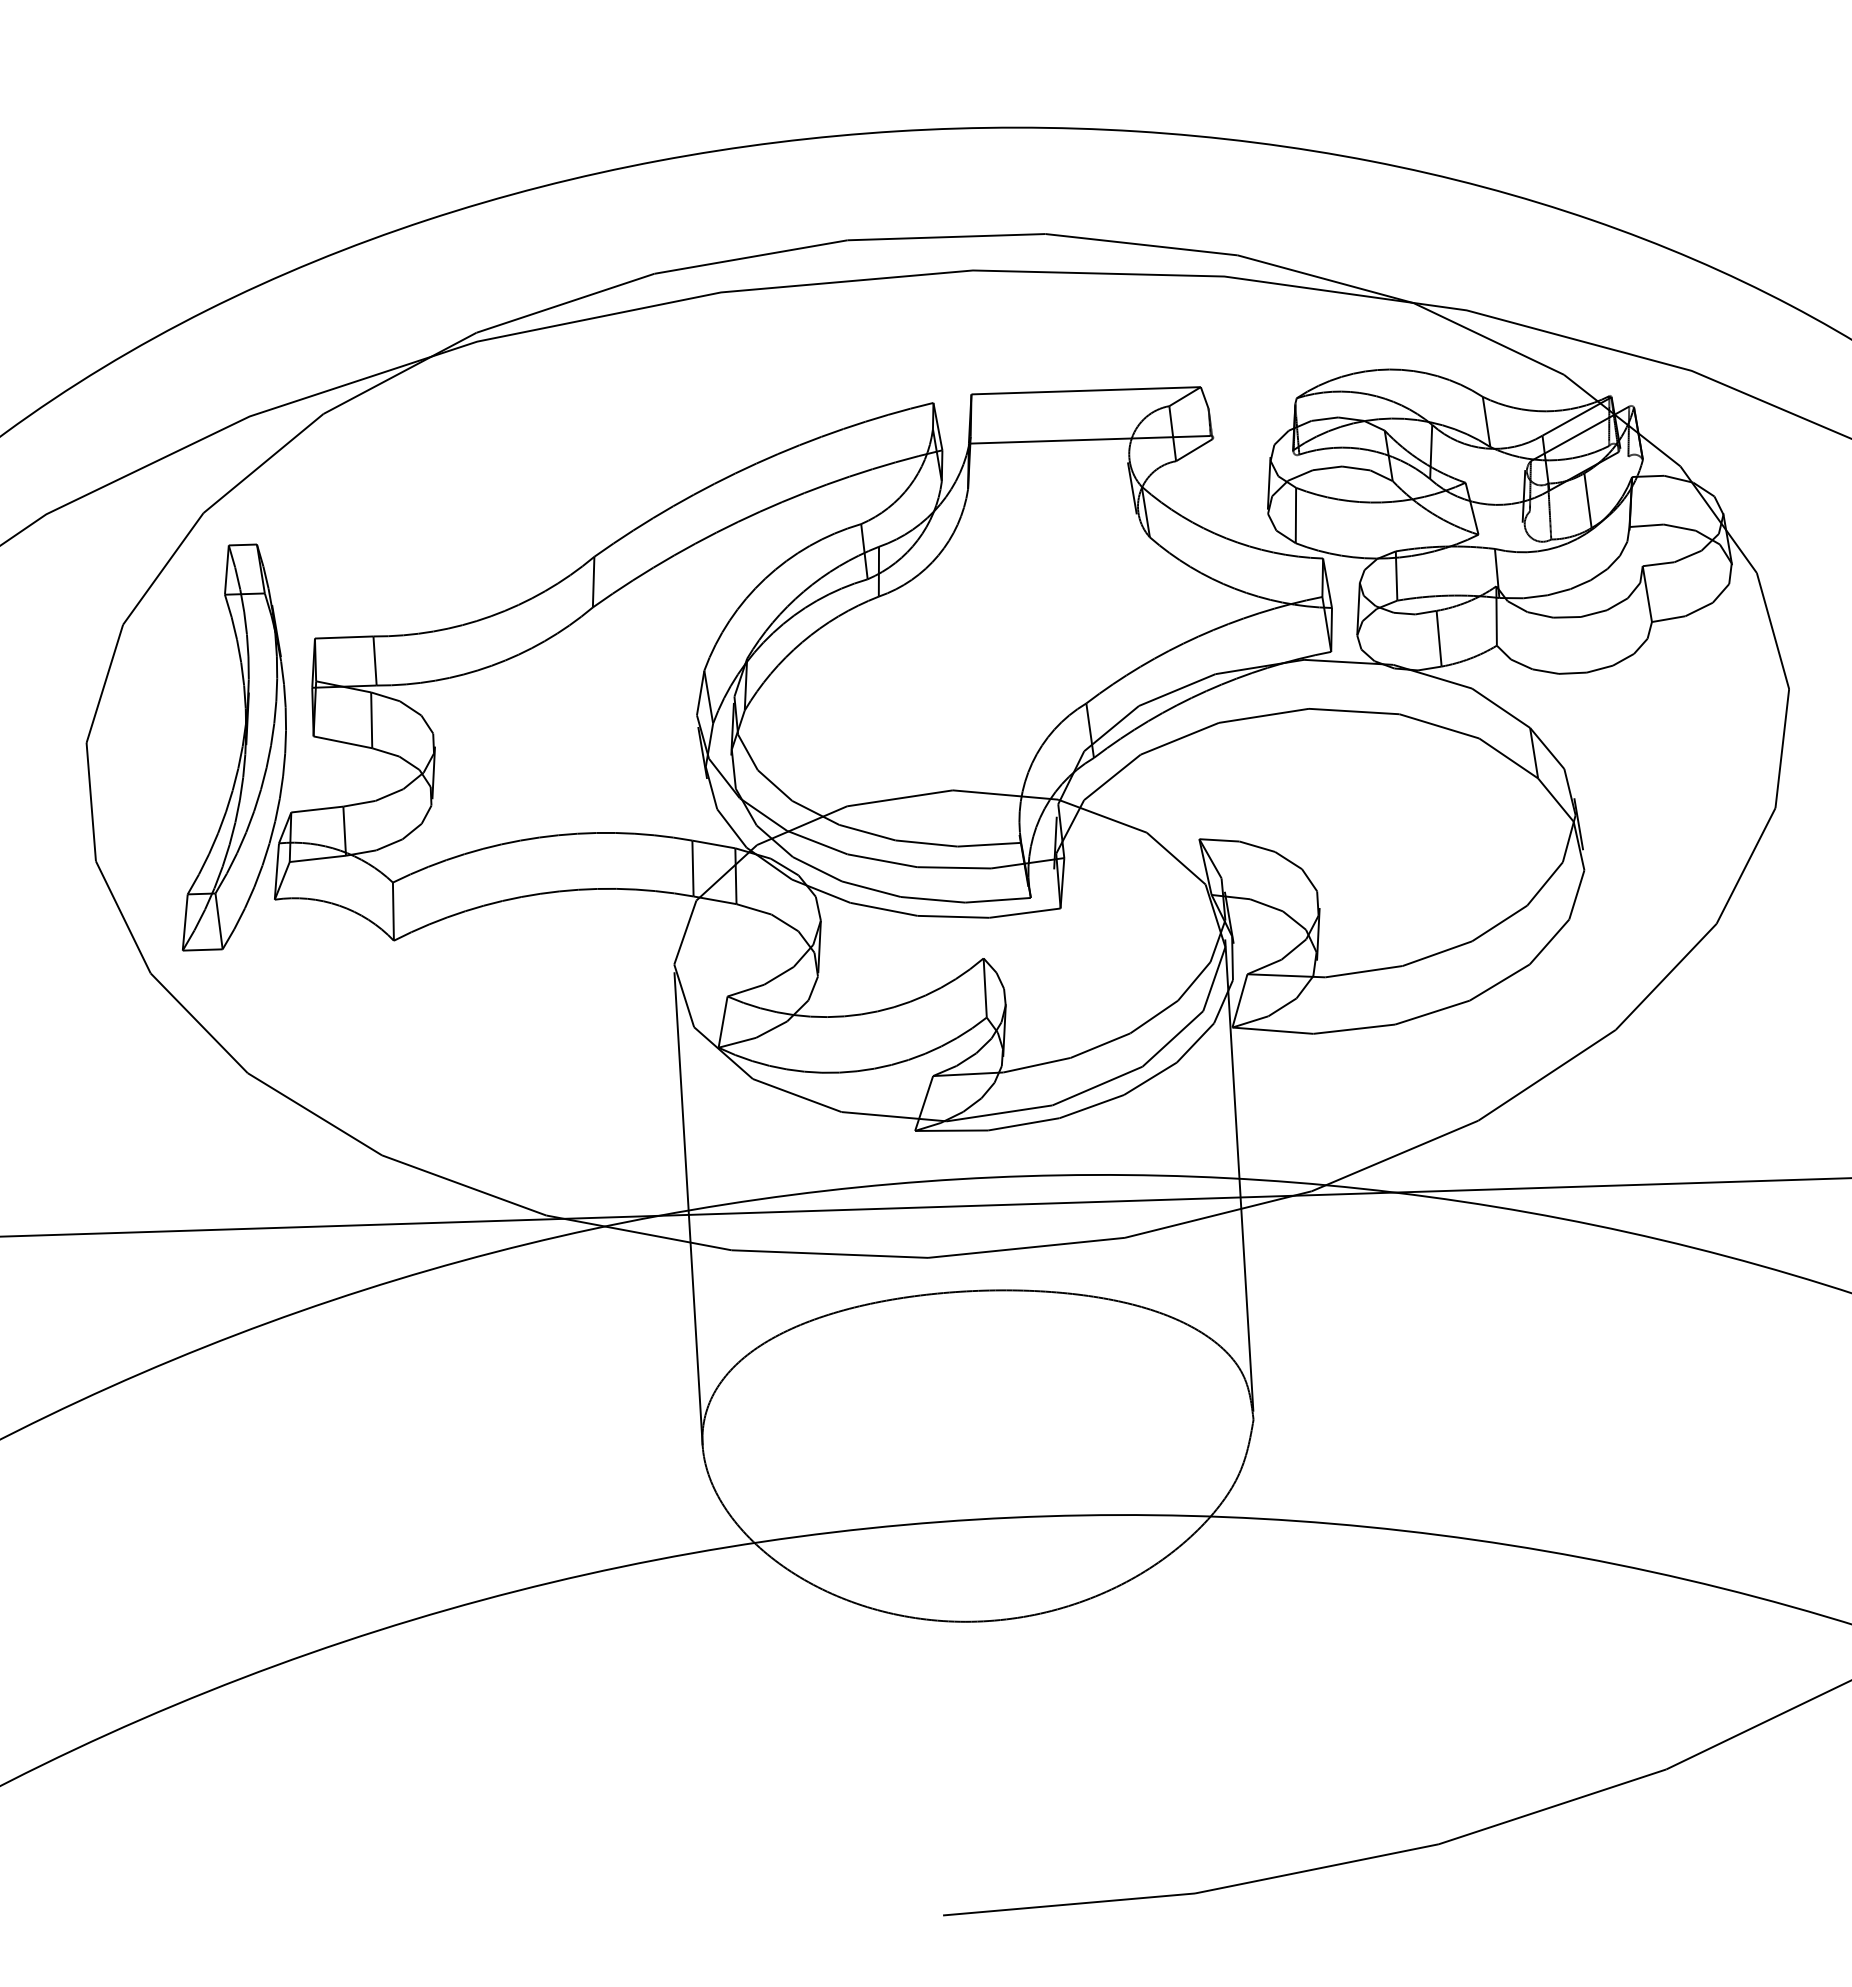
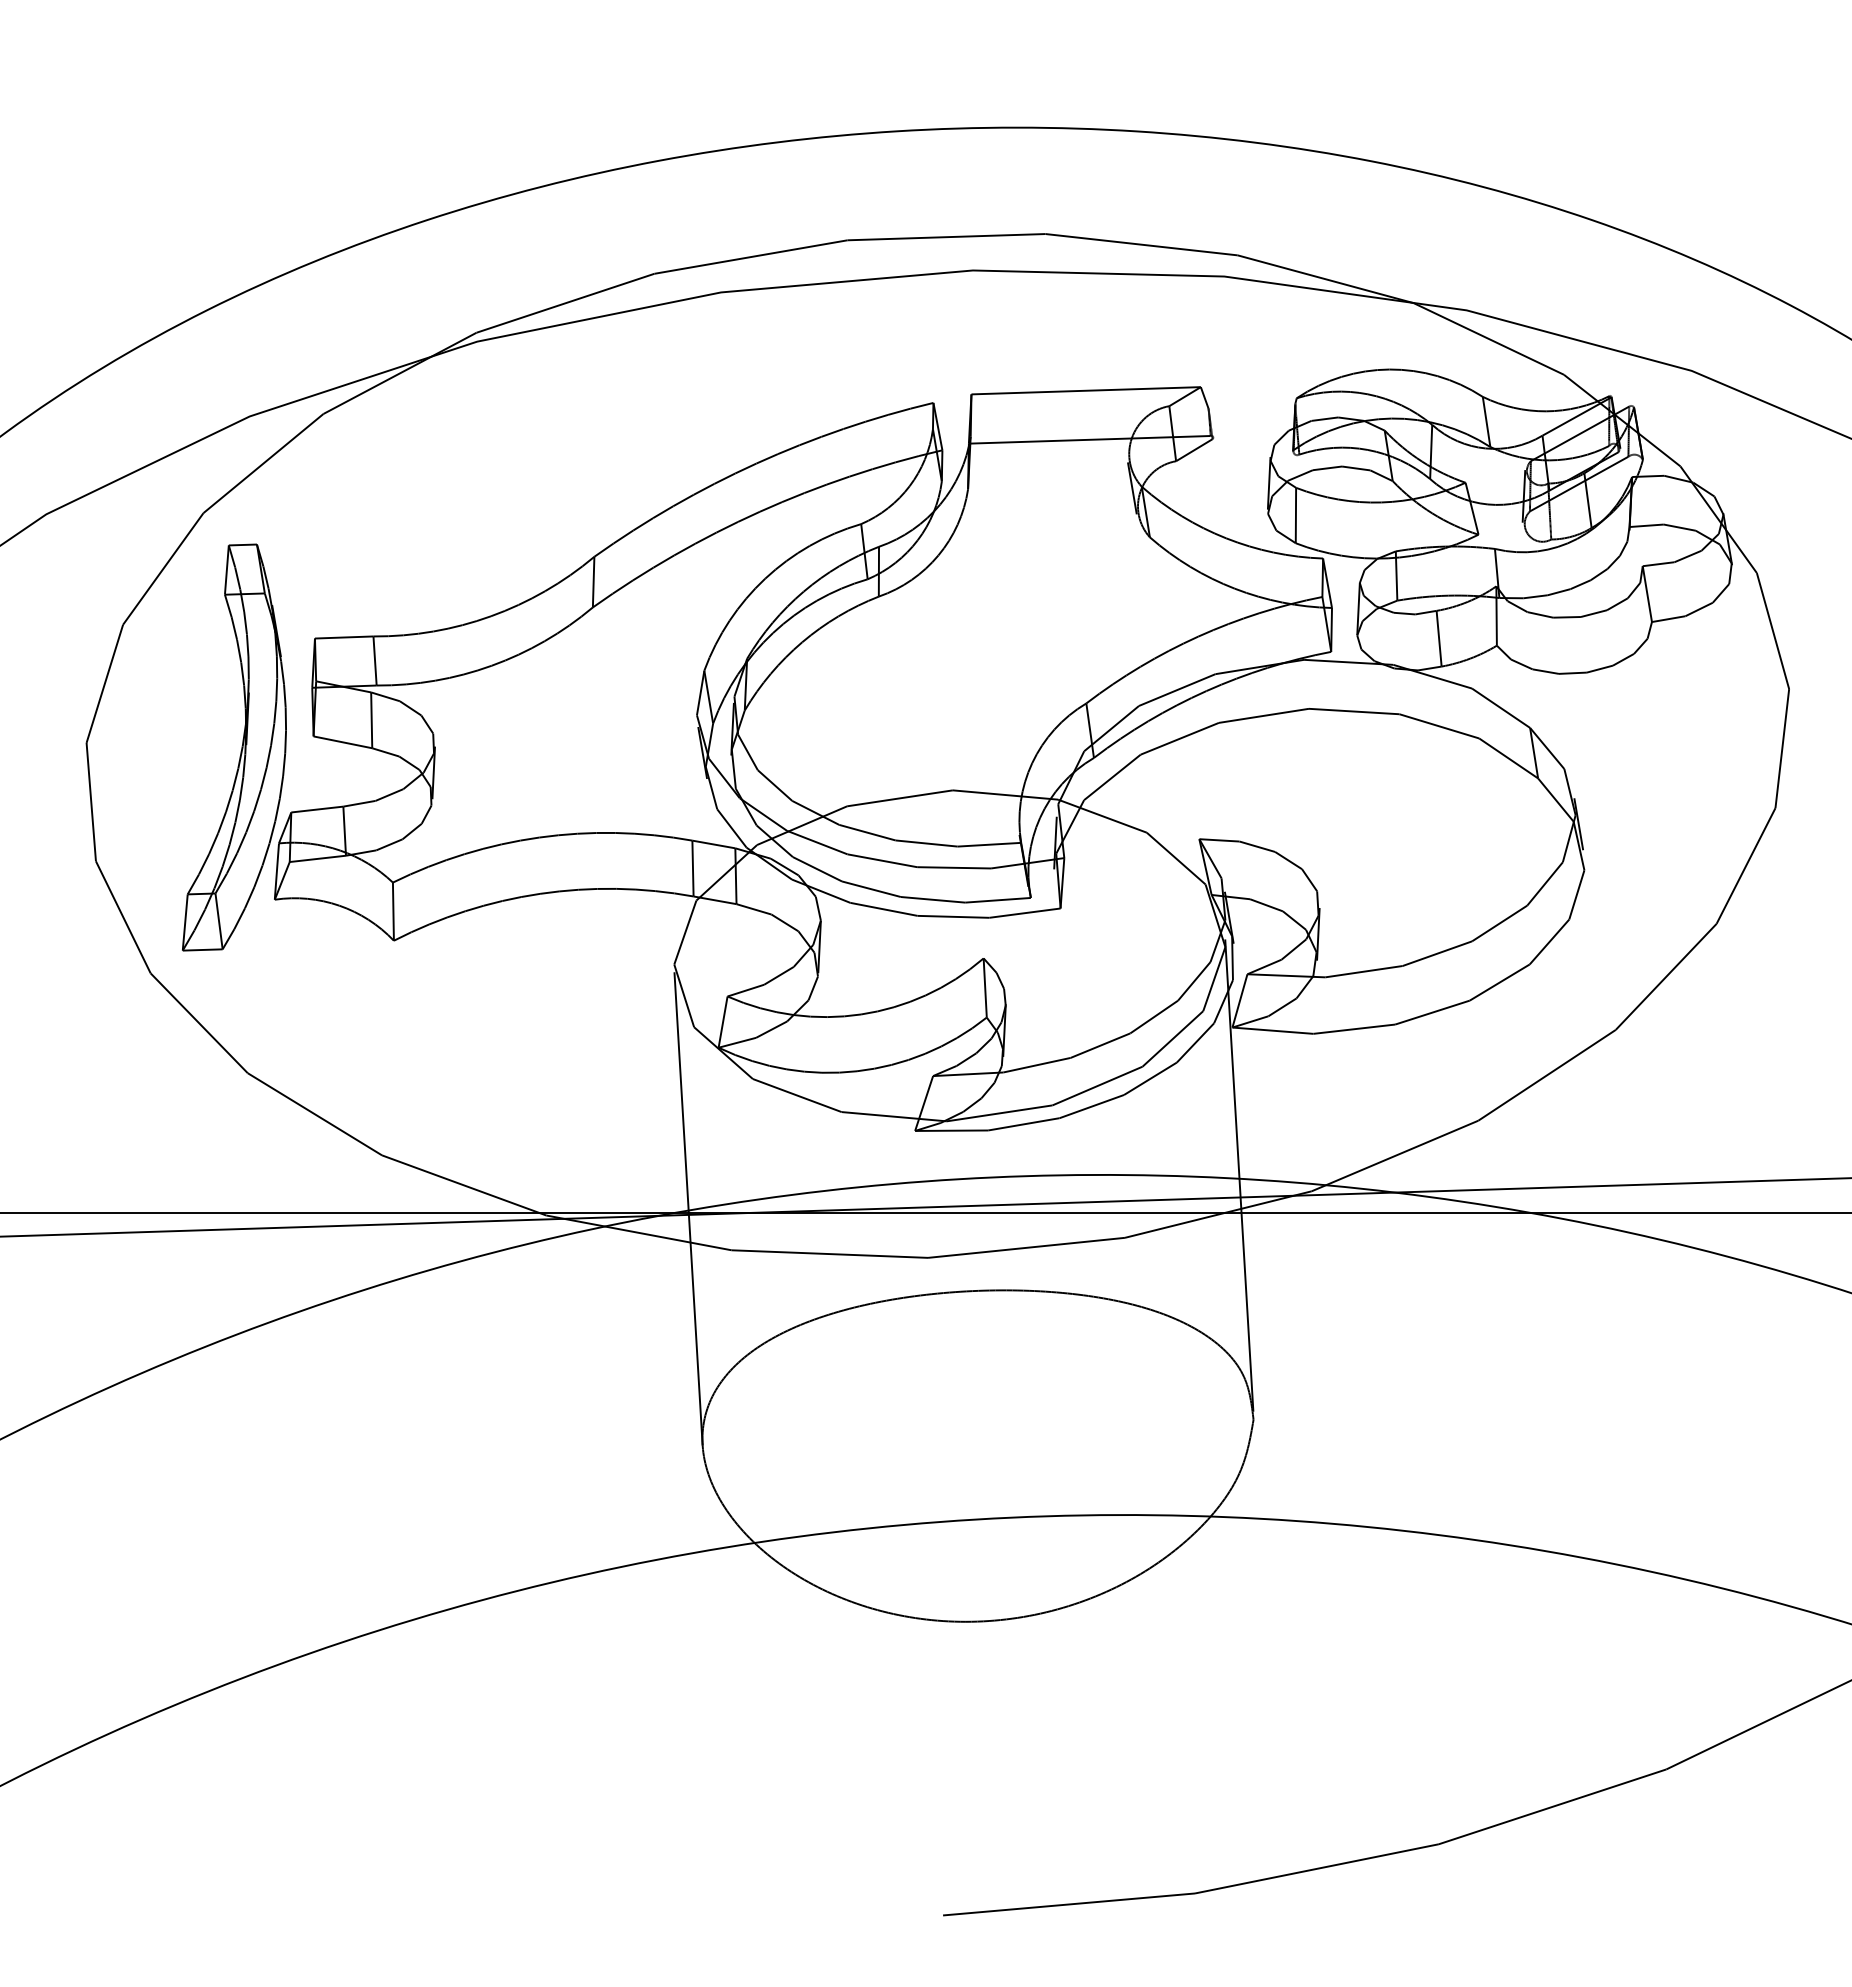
line at (1578, 483): none -> present
line at (925, 1212): none -> present
